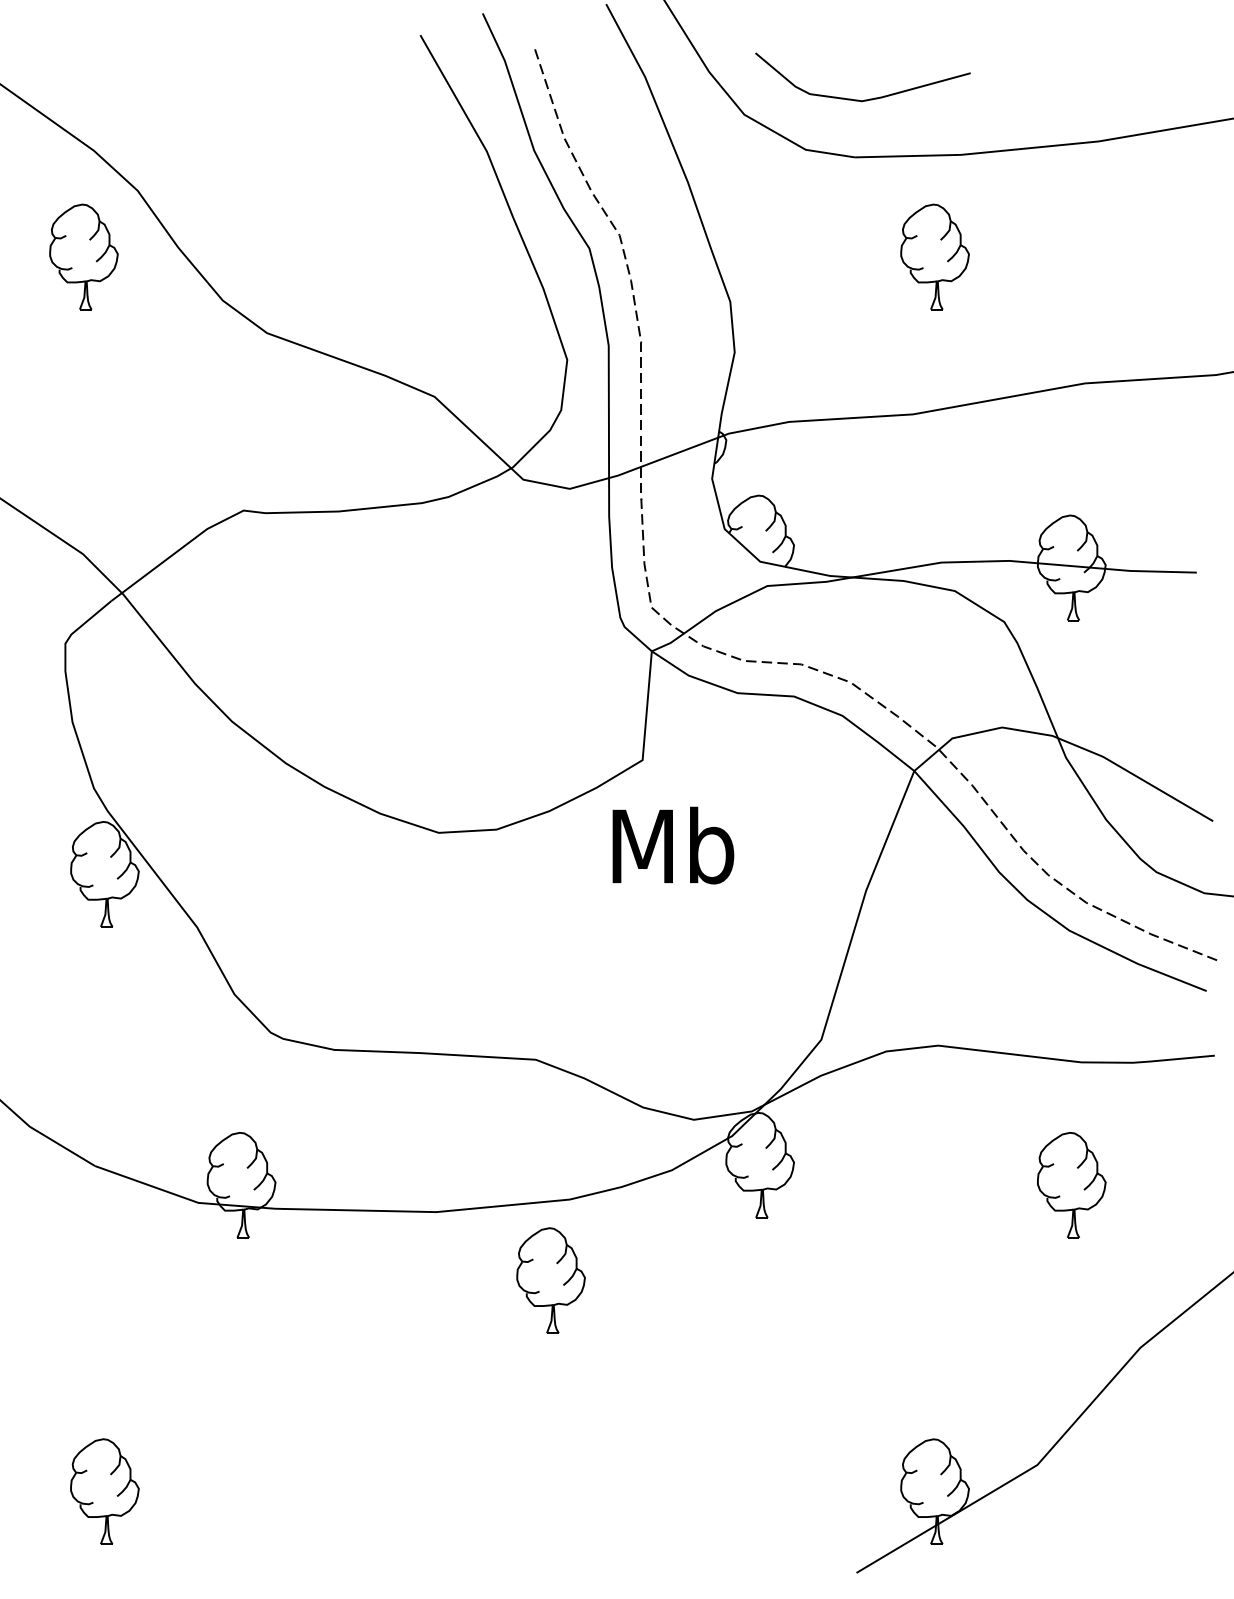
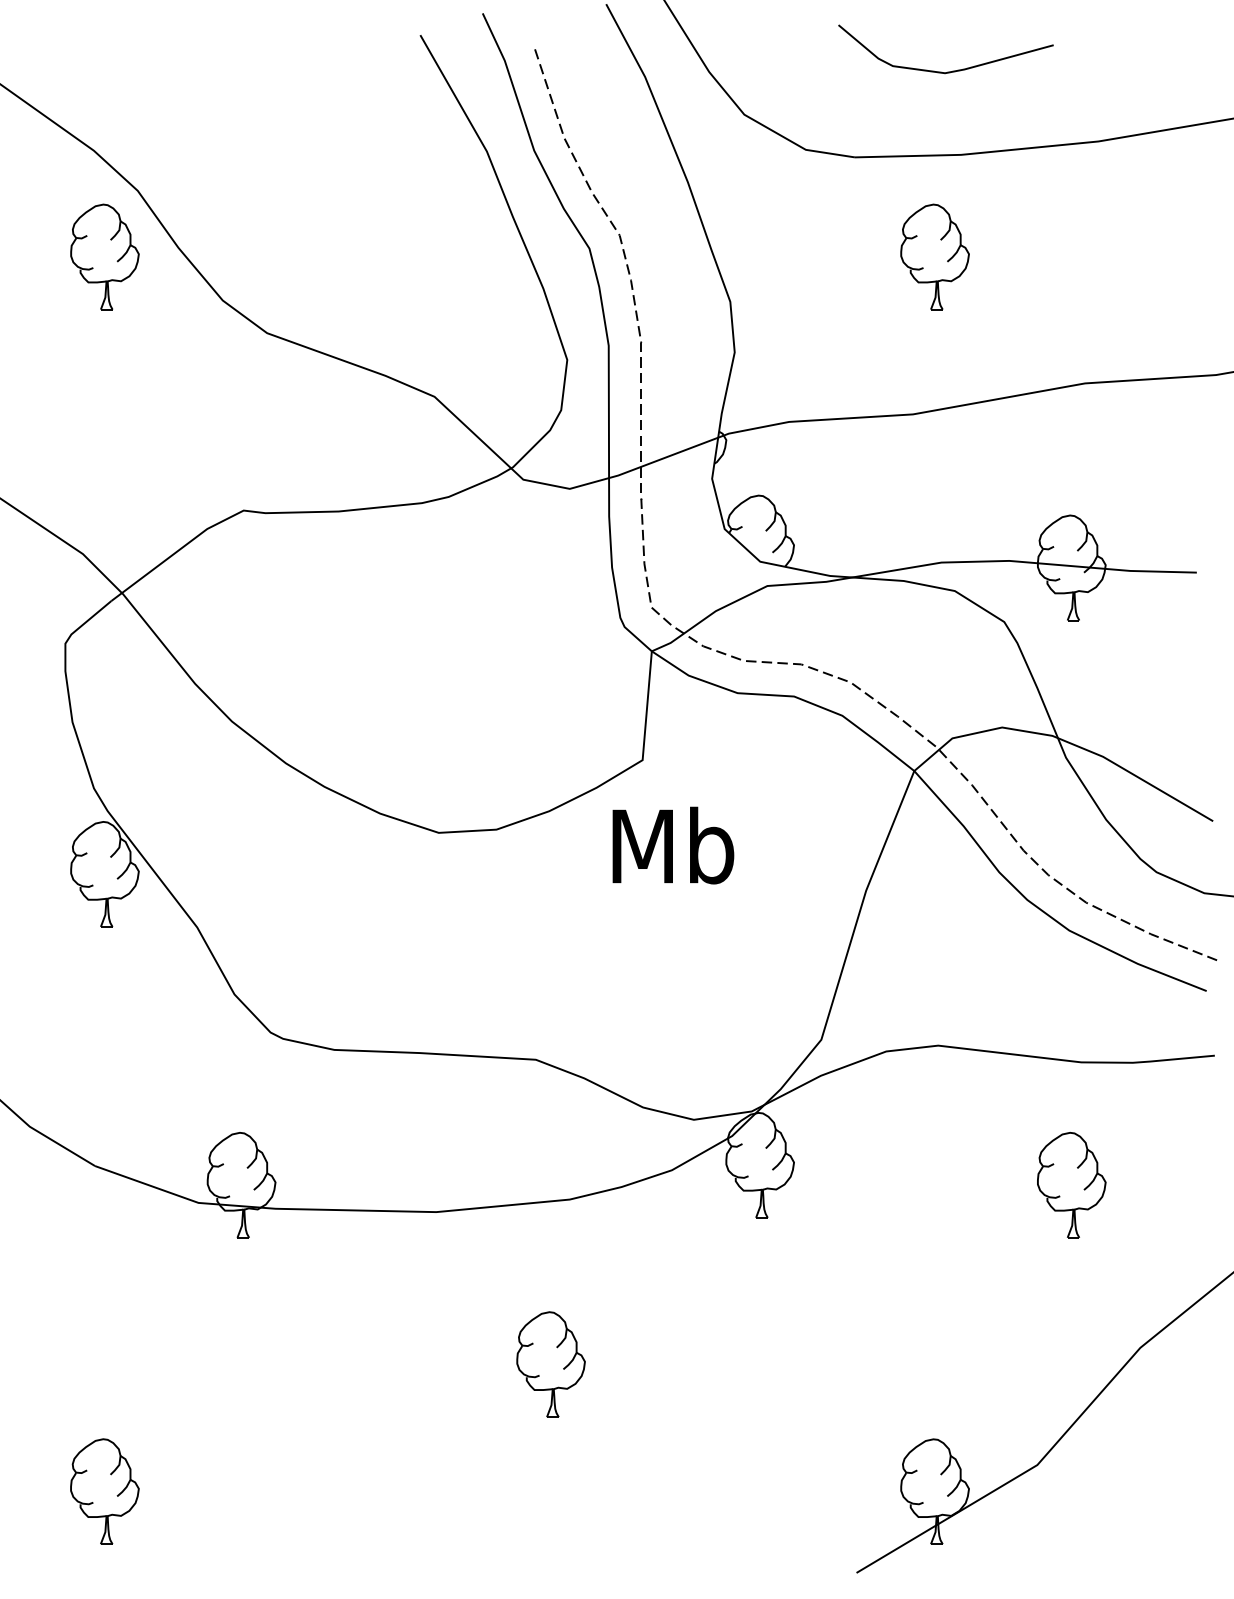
curve at (864, 99) position: (864, 99) -> (947, 71)
part at (83, 256) position: (83, 256) -> (104, 256)
part at (550, 1280) position: (550, 1280) -> (550, 1364)
